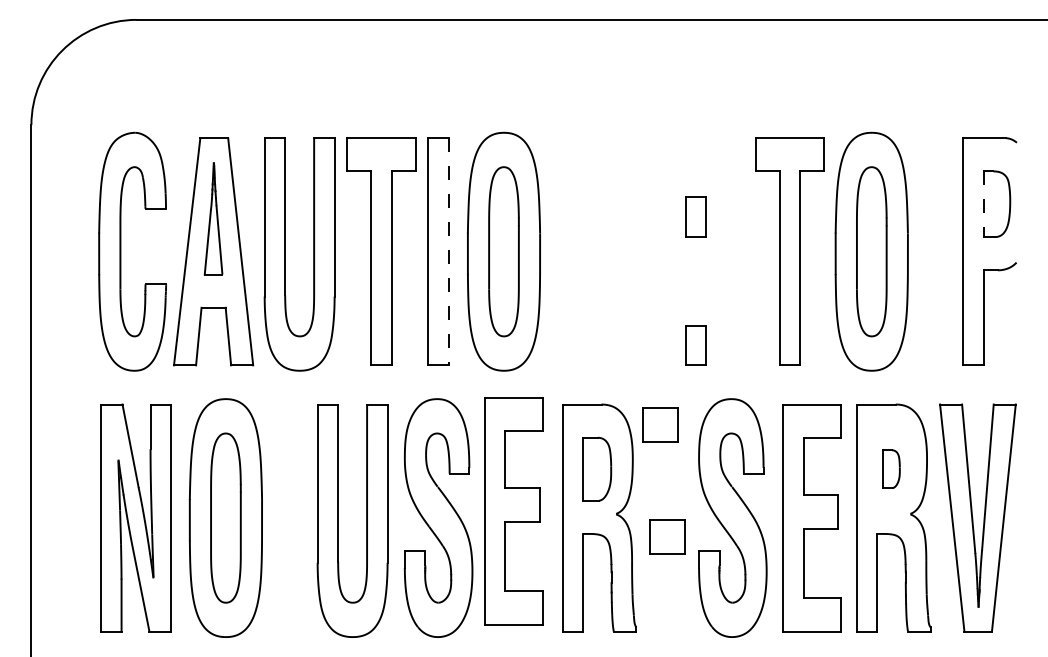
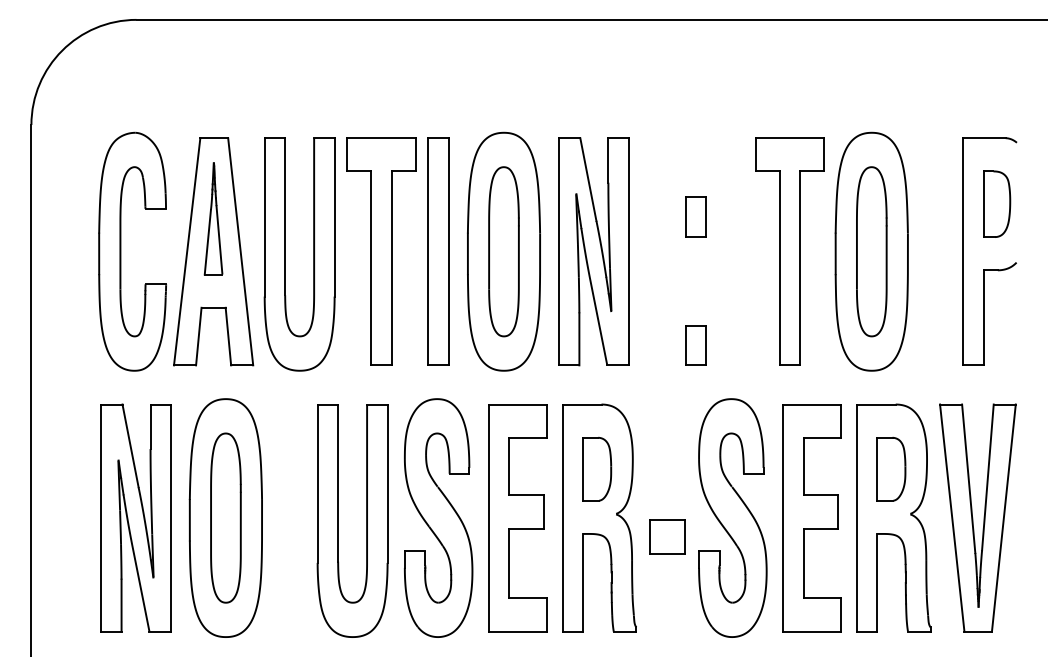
line at (983, 204): dashed -> solid
line at (448, 251): dashed -> solid
part at (593, 251): none -> present
part at (660, 424): present -> none
part at (891, 468) size: 19x40 px -> 31x66 px
part at (513, 511) position: (513, 511) -> (517, 518)
